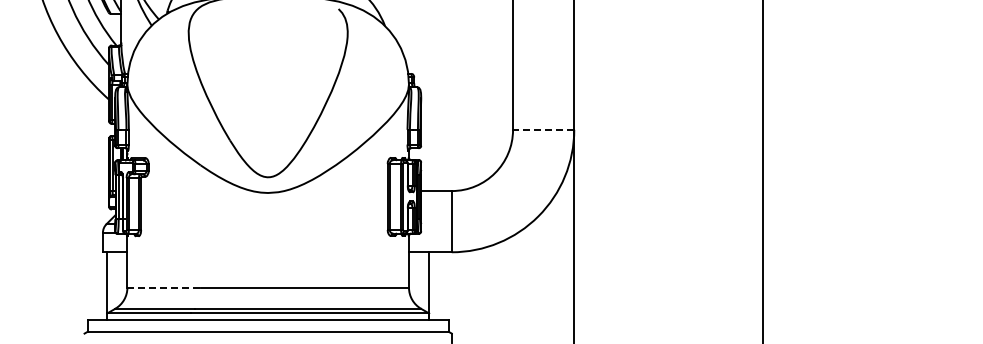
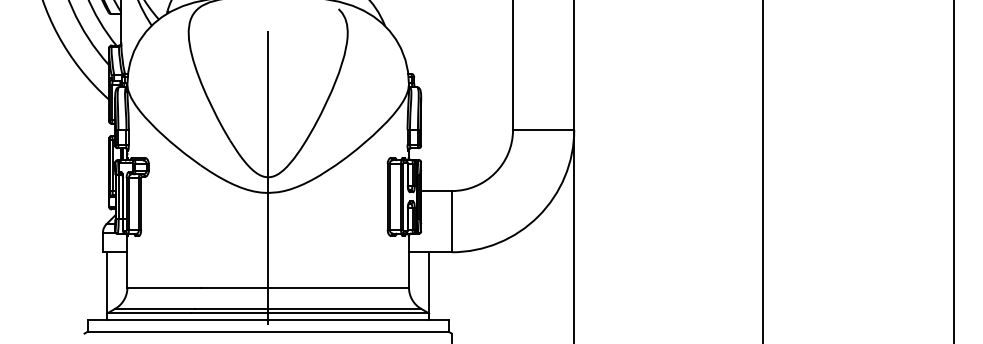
line at (543, 129): dashed -> solid
line at (953, 171): none -> present
line at (268, 185): none -> present
line at (164, 287): dashed -> solid
